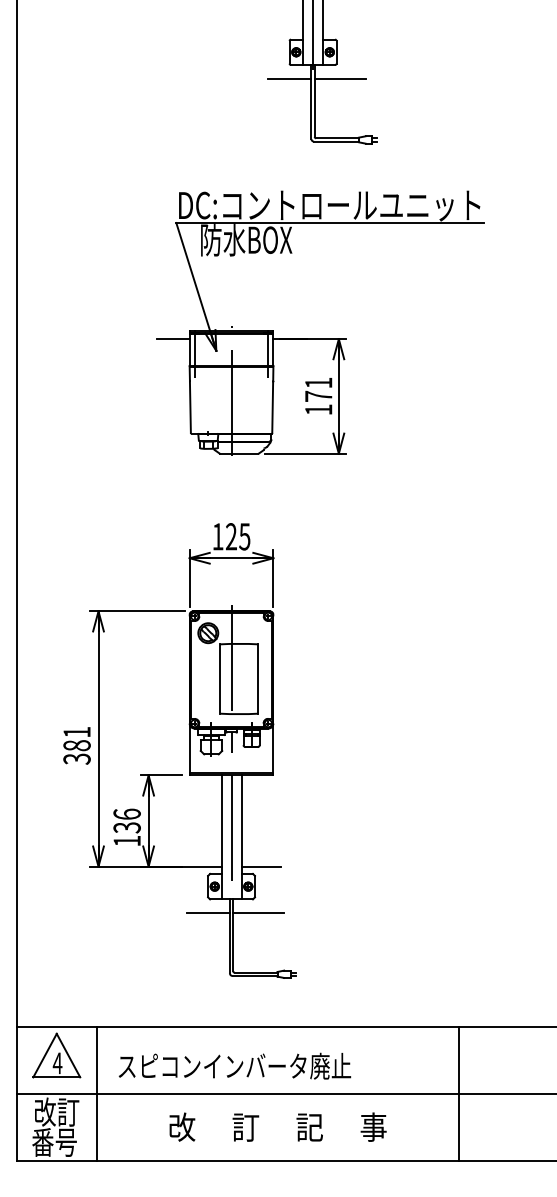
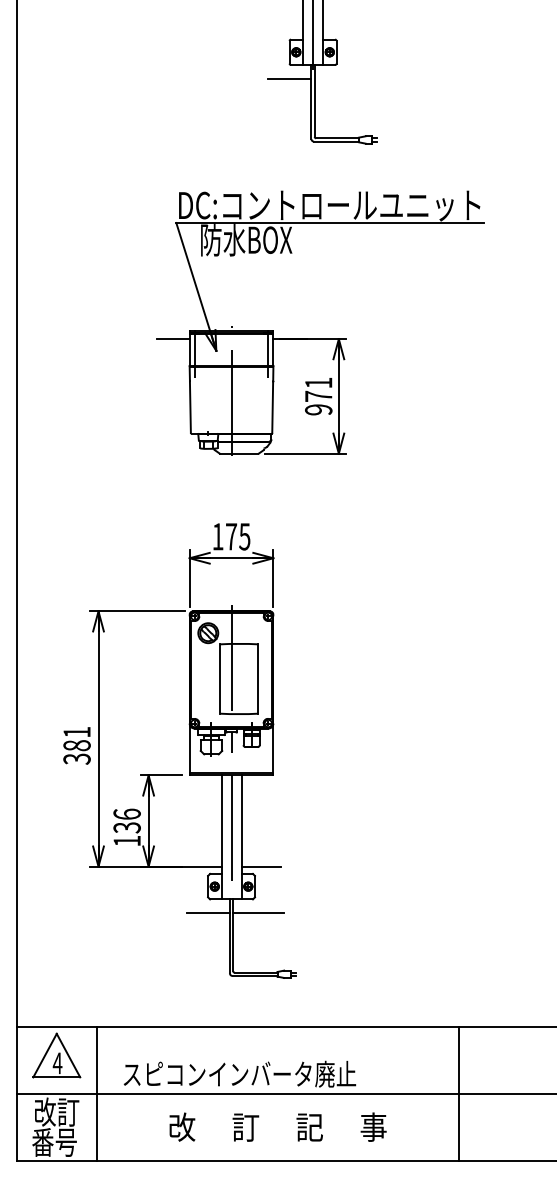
line at (339, 79): present -> none
text at (318, 409): 171 -> 971
text at (231, 536): 125 -> 175
text at (234, 1065) position: (234, 1065) -> (239, 1073)
